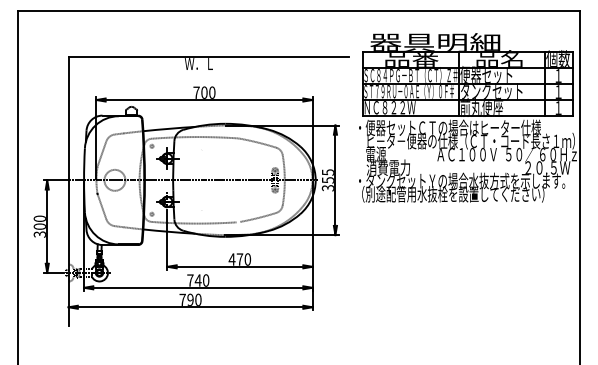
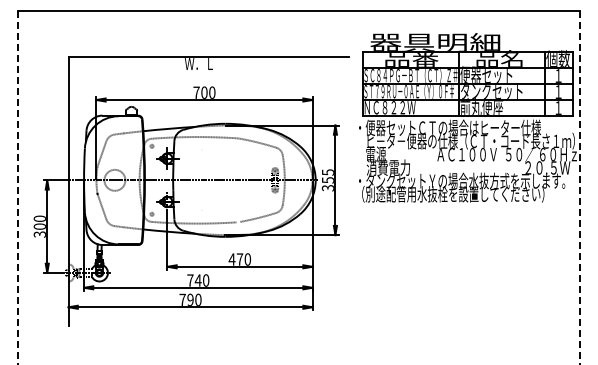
line at (17, 187): solid -> dashed
line at (580, 187): solid -> dashed
